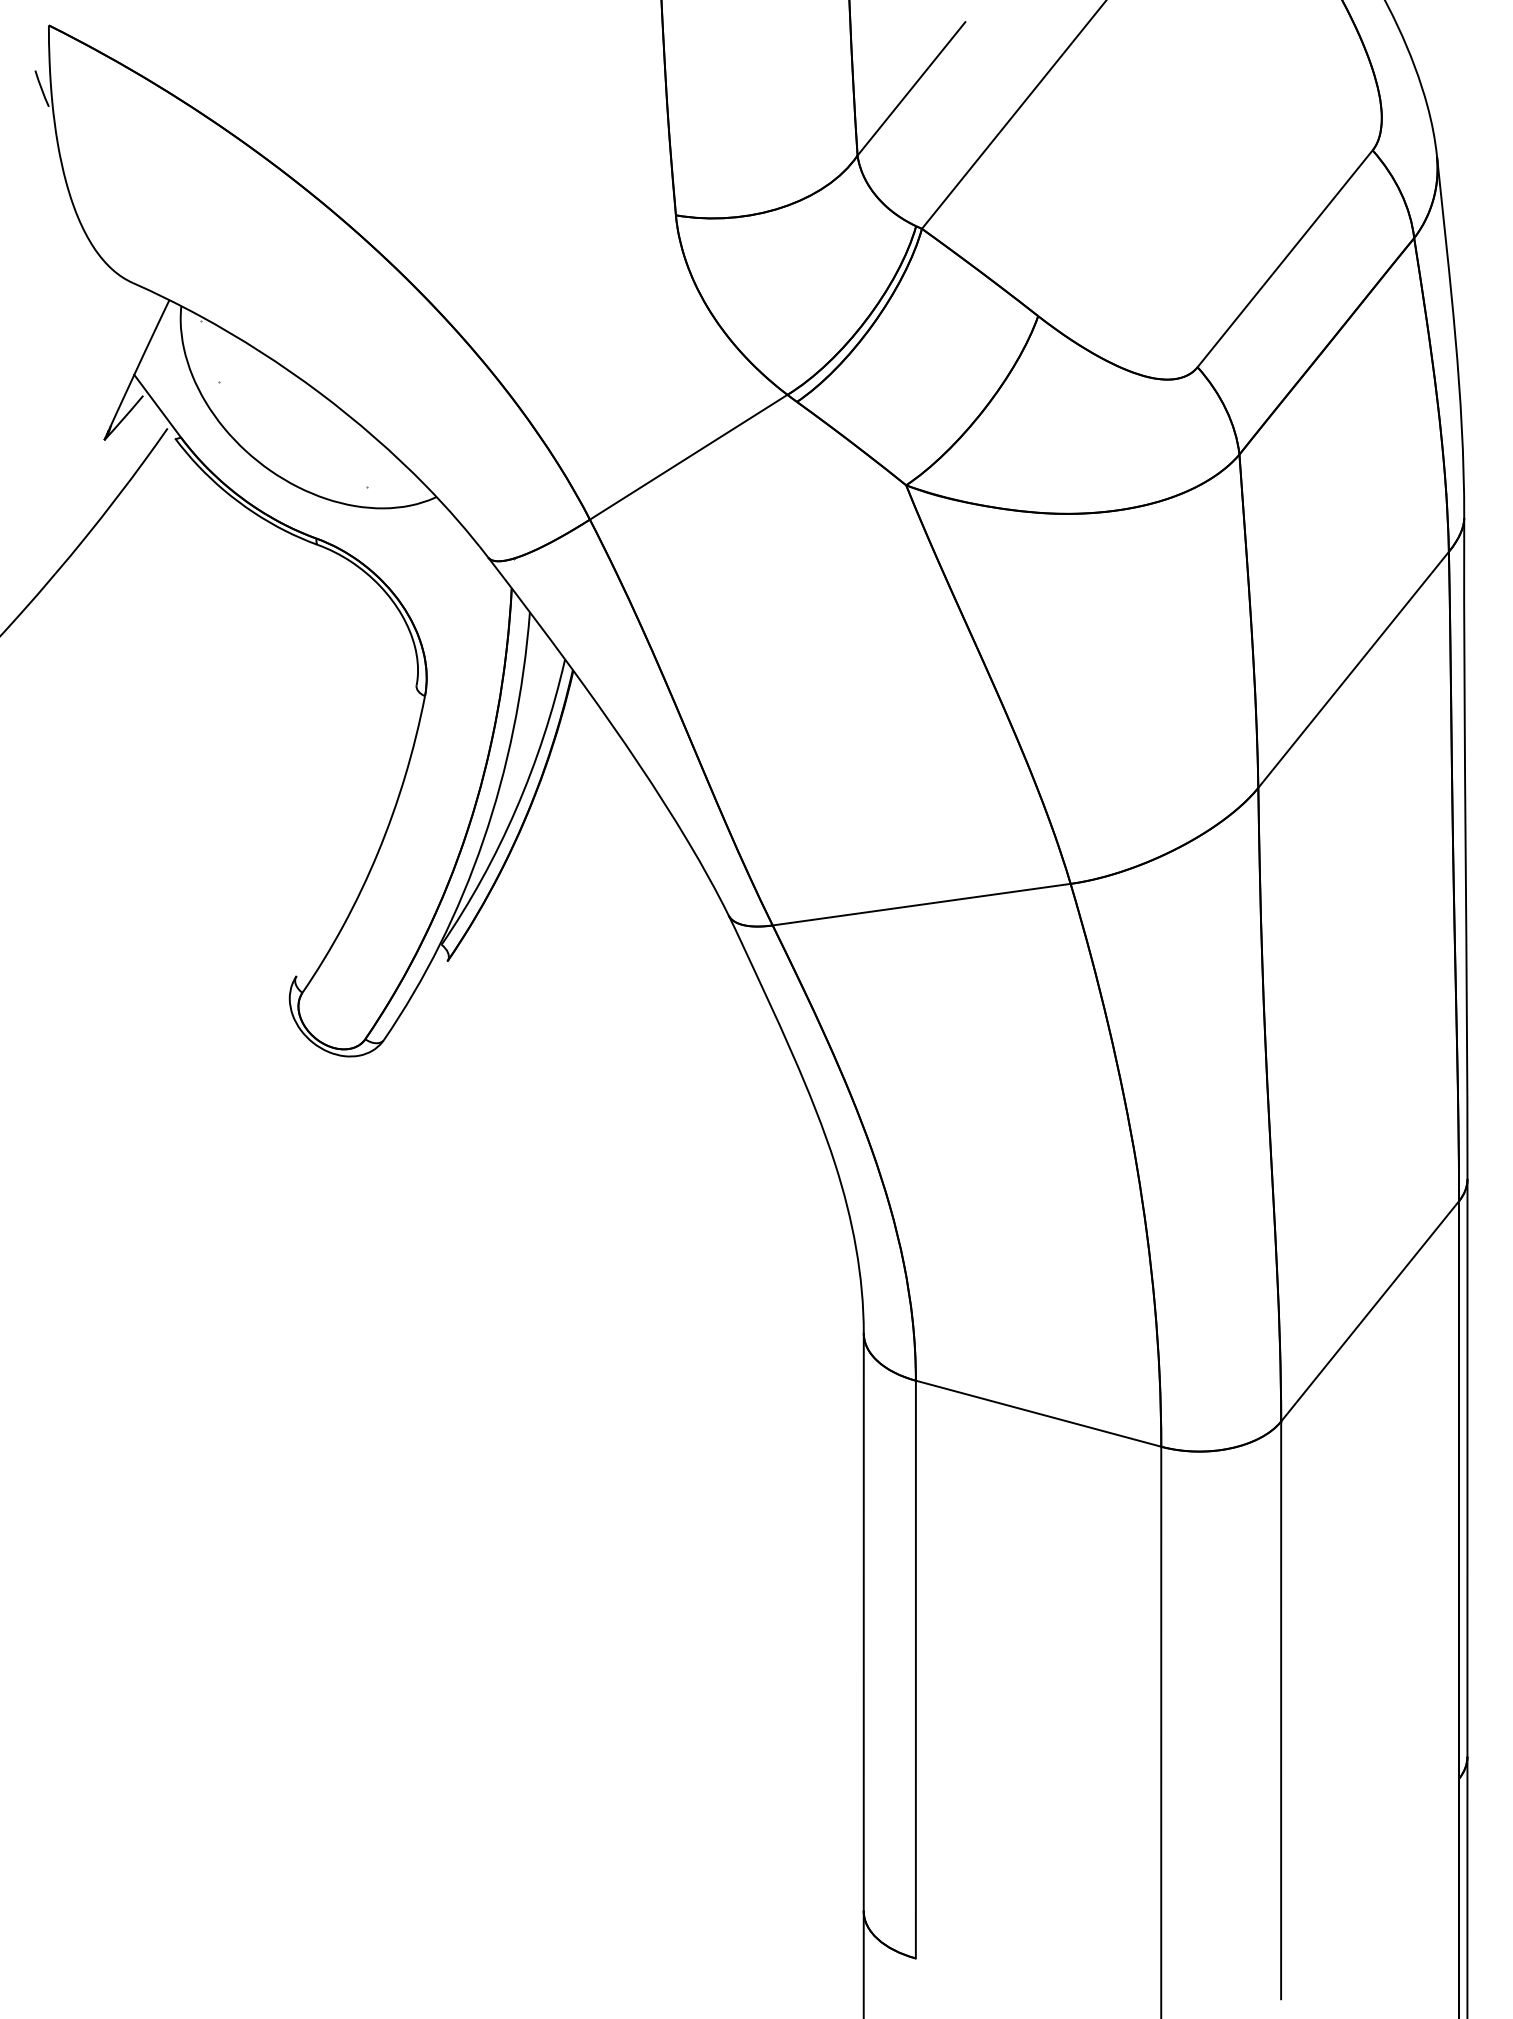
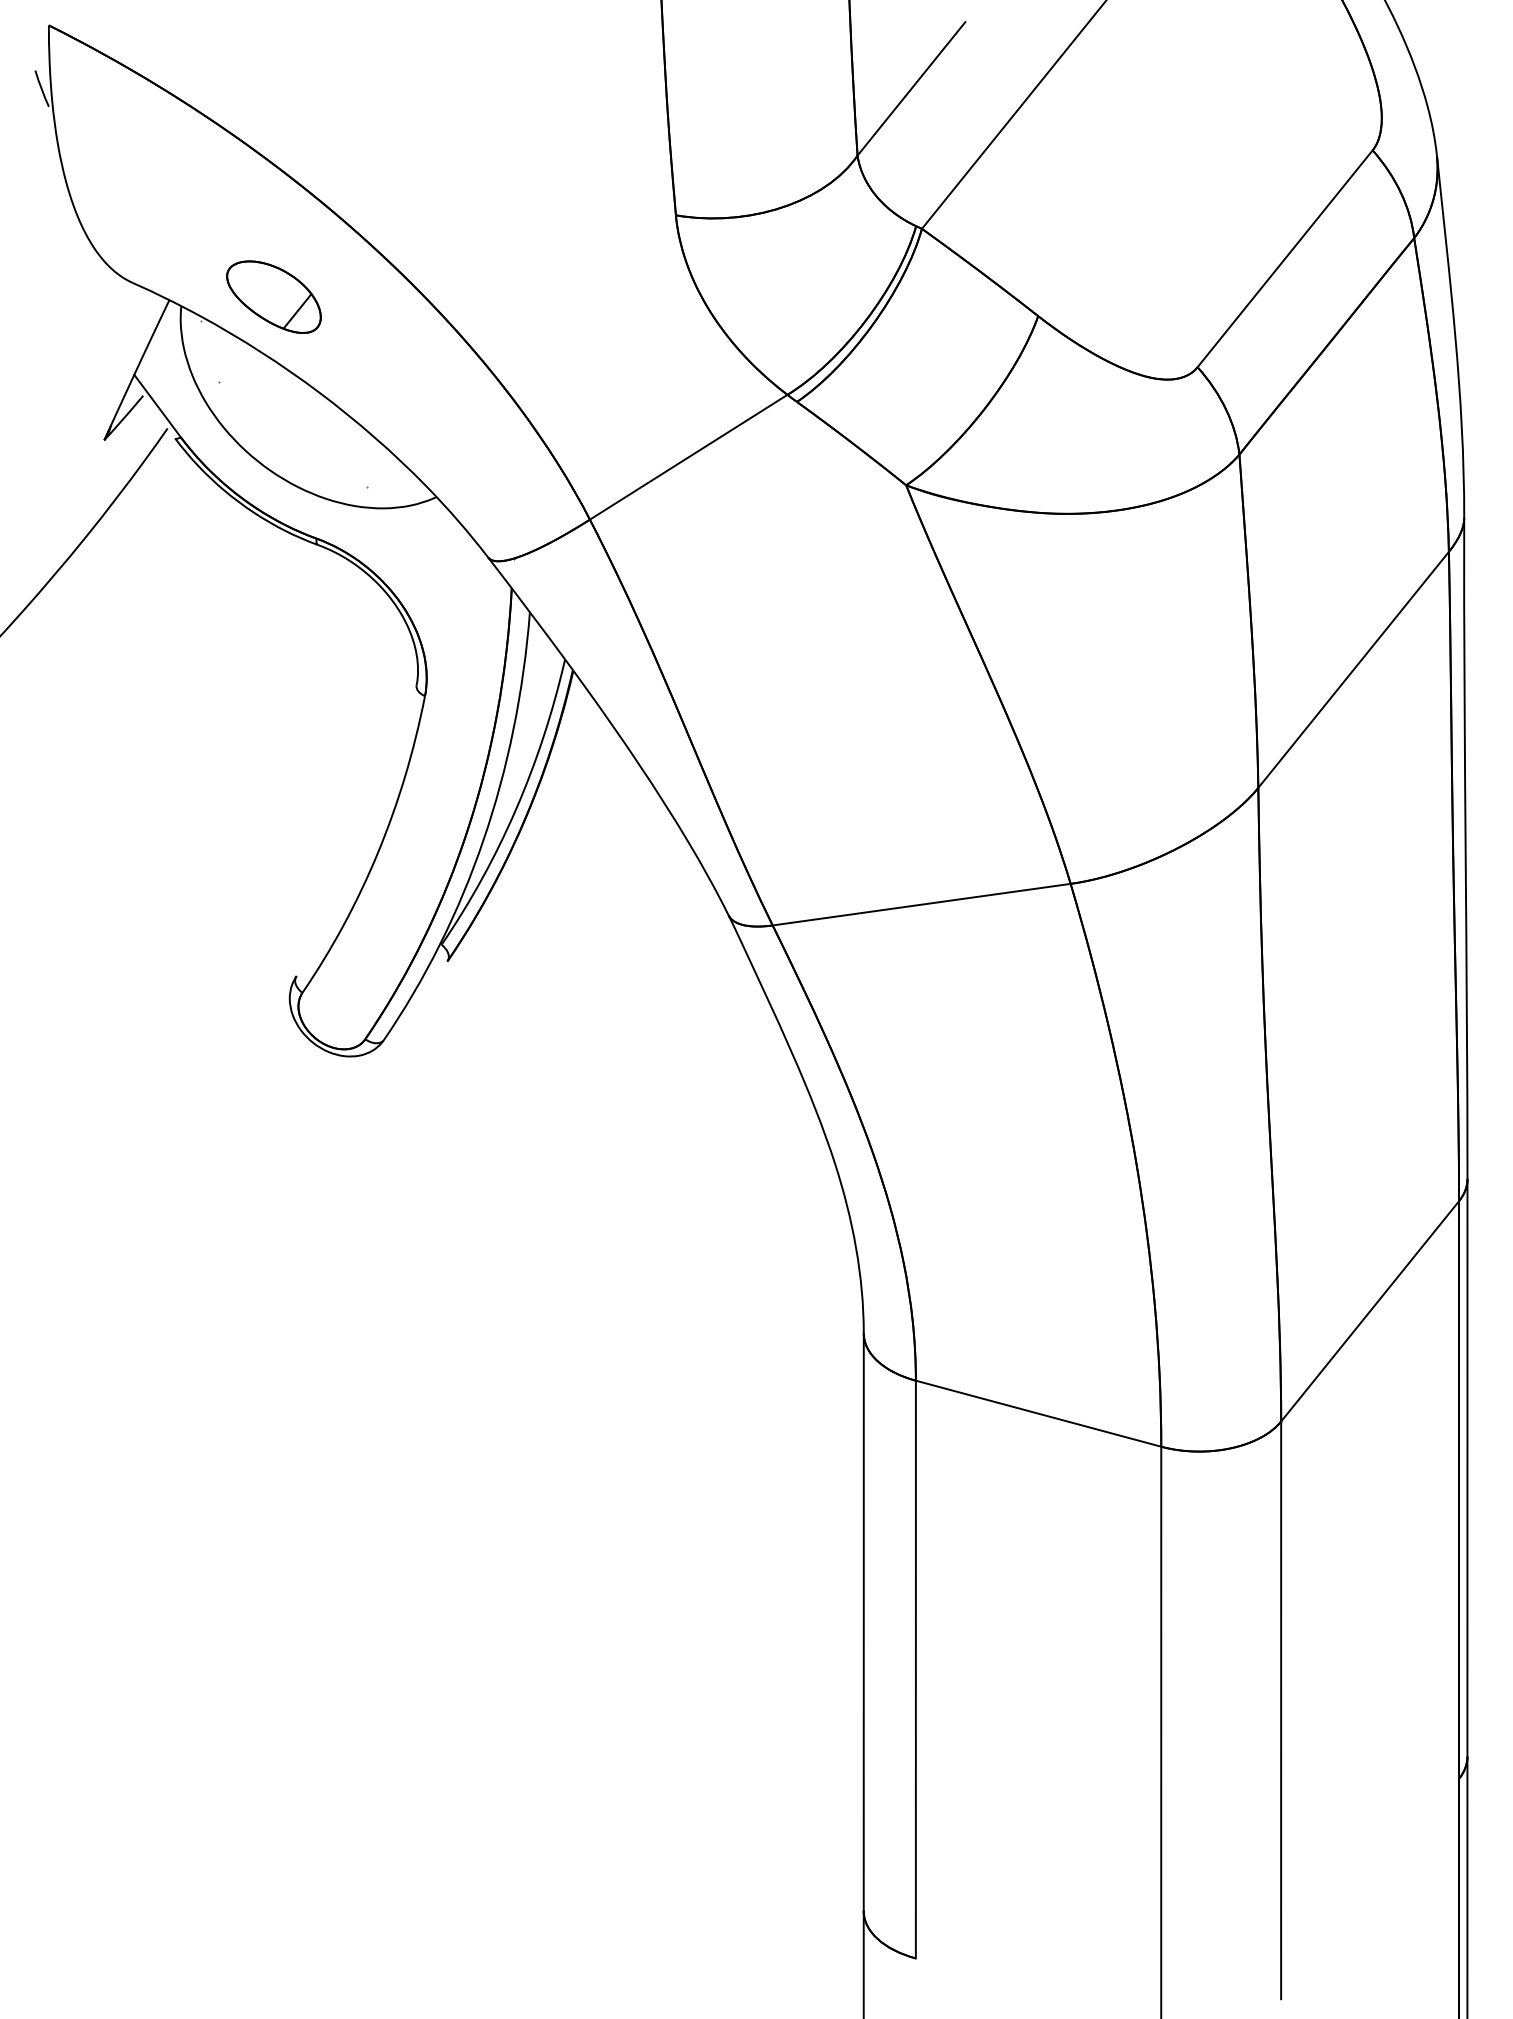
part at (273, 296): none -> present
